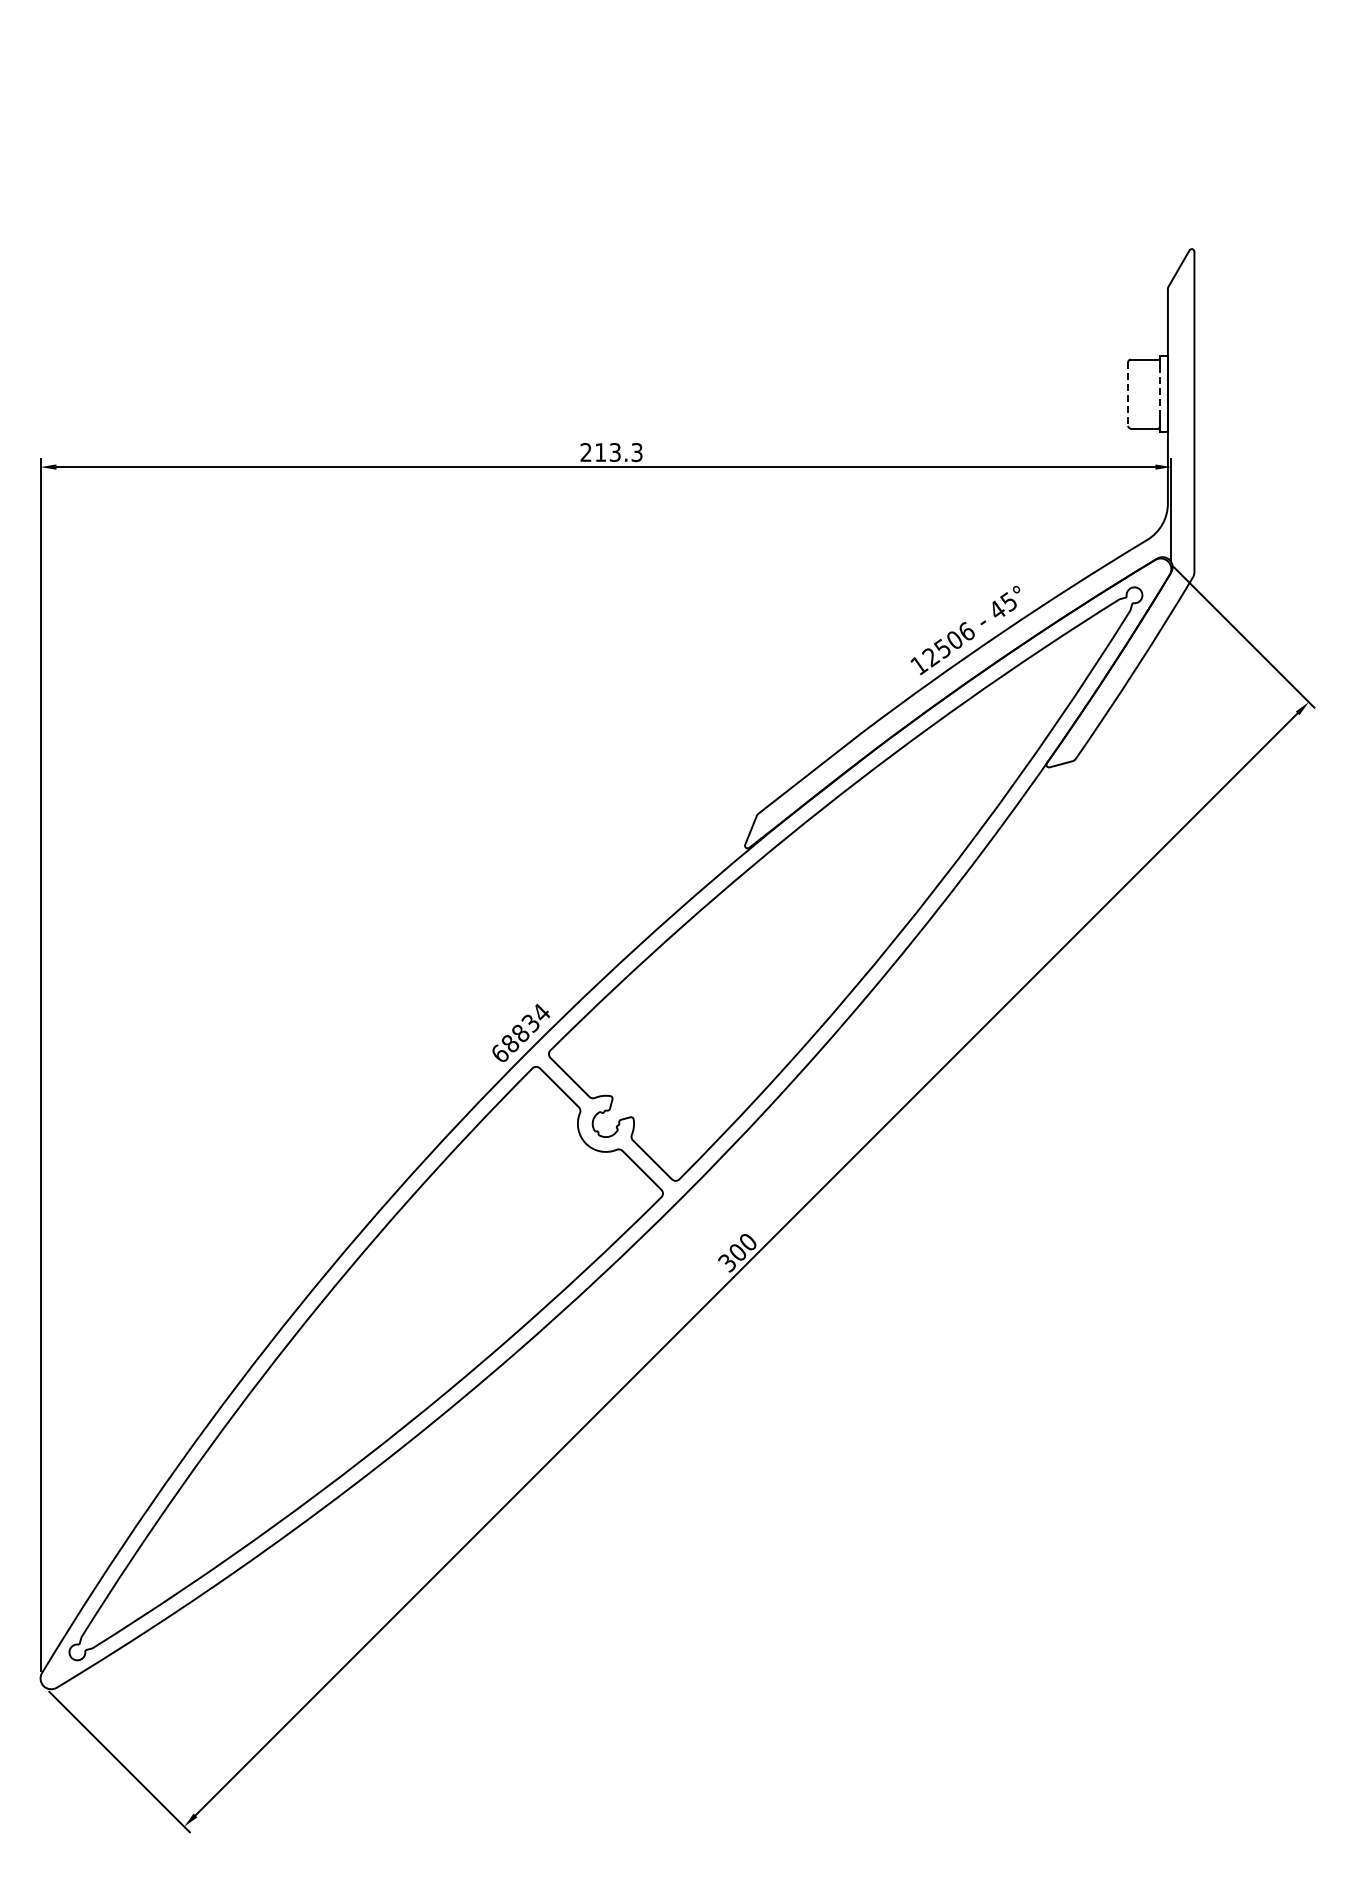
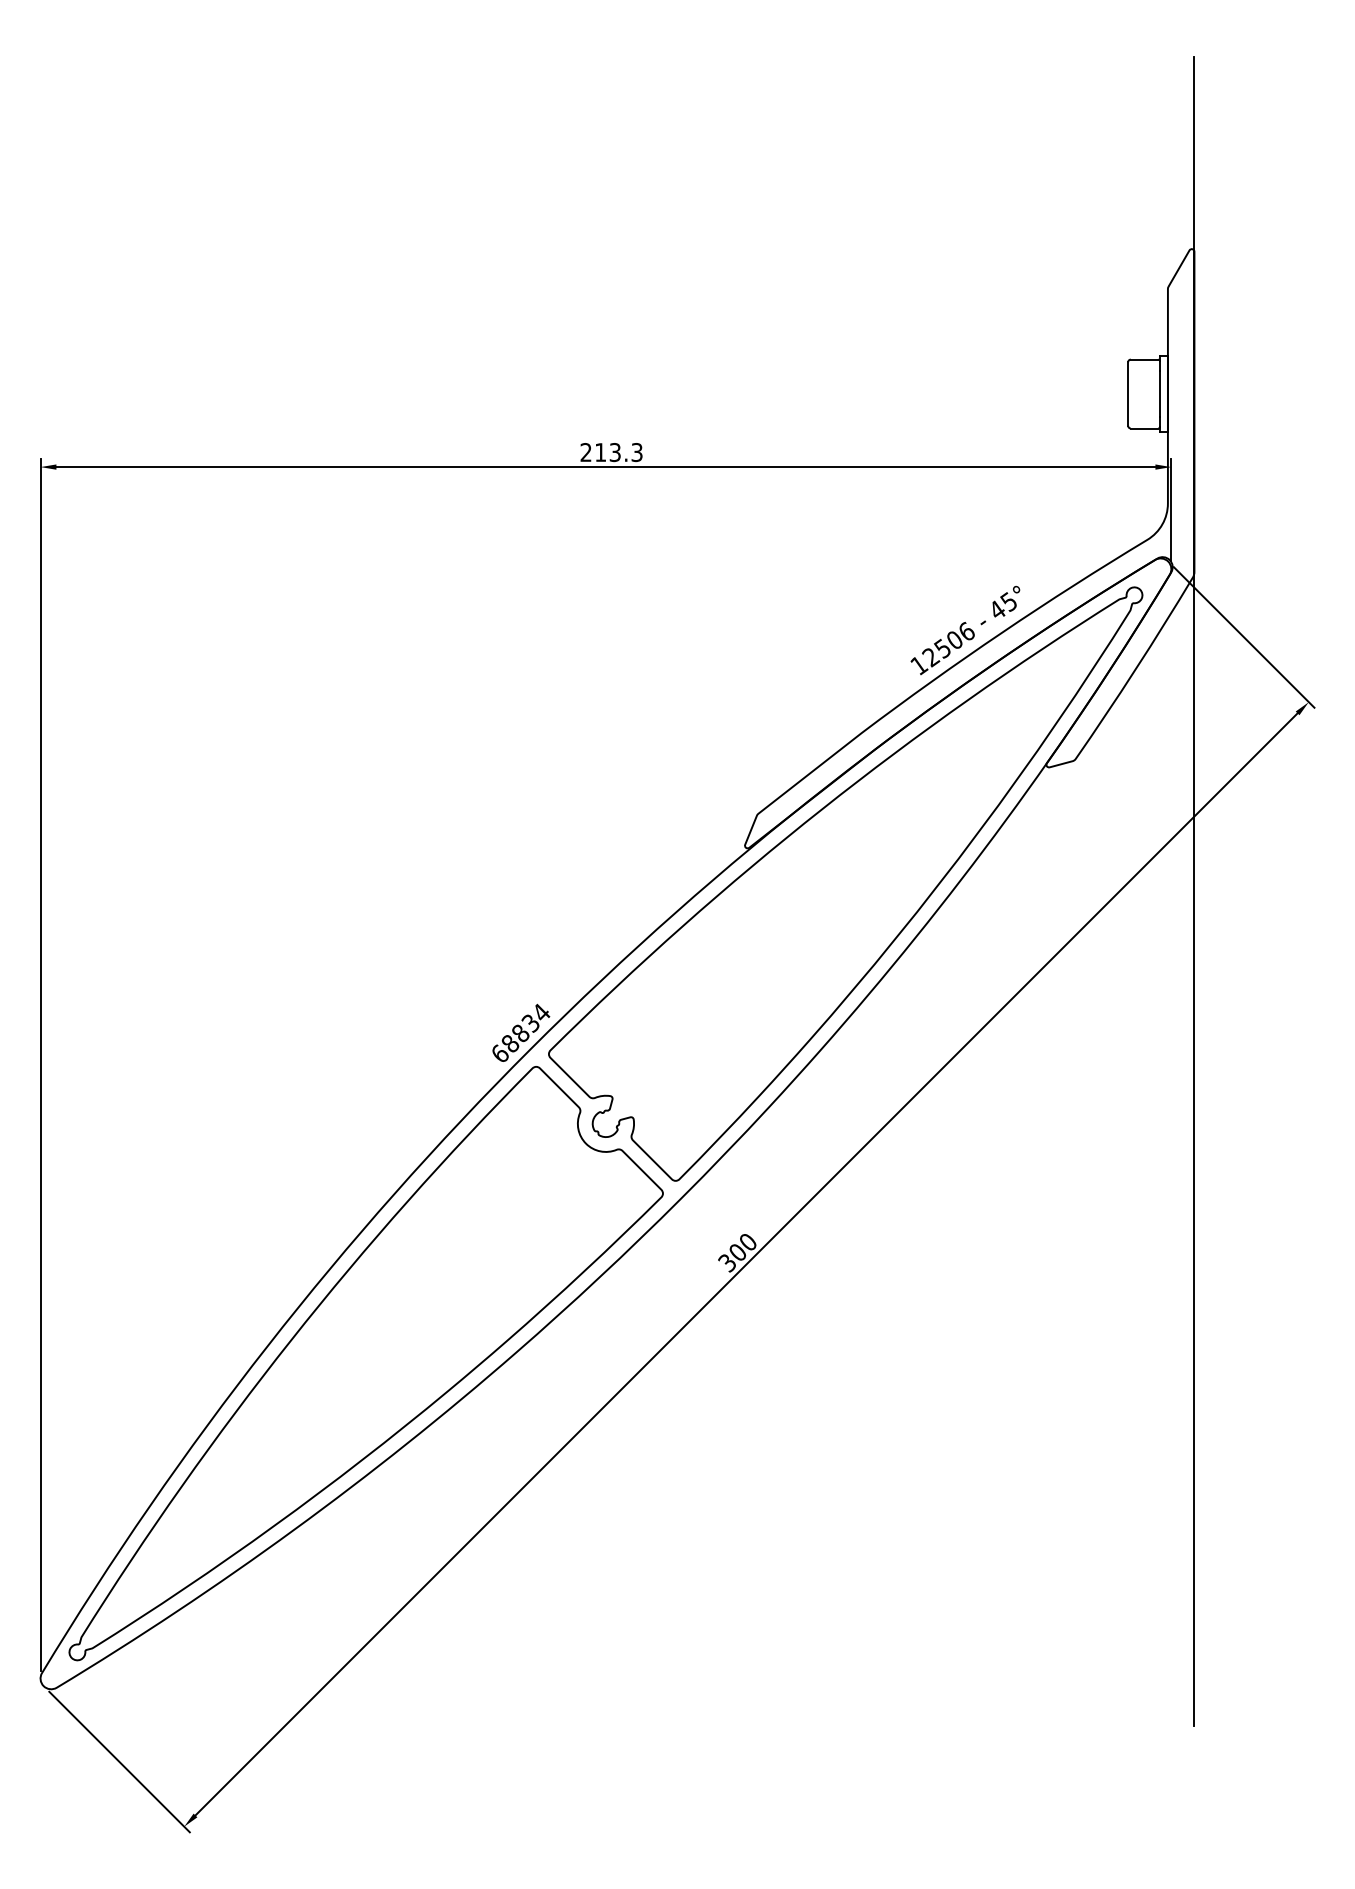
line at (1128, 394): dashed -> solid
line at (1159, 394): dashed -> solid
line at (1194, 891): none -> present
